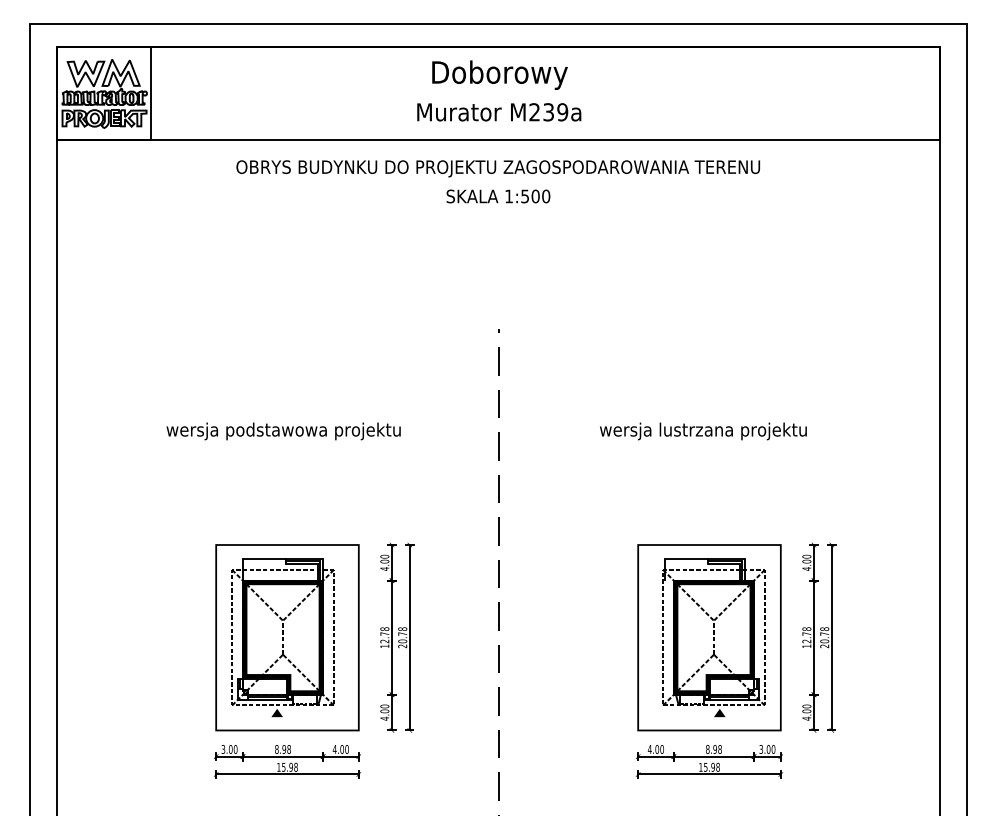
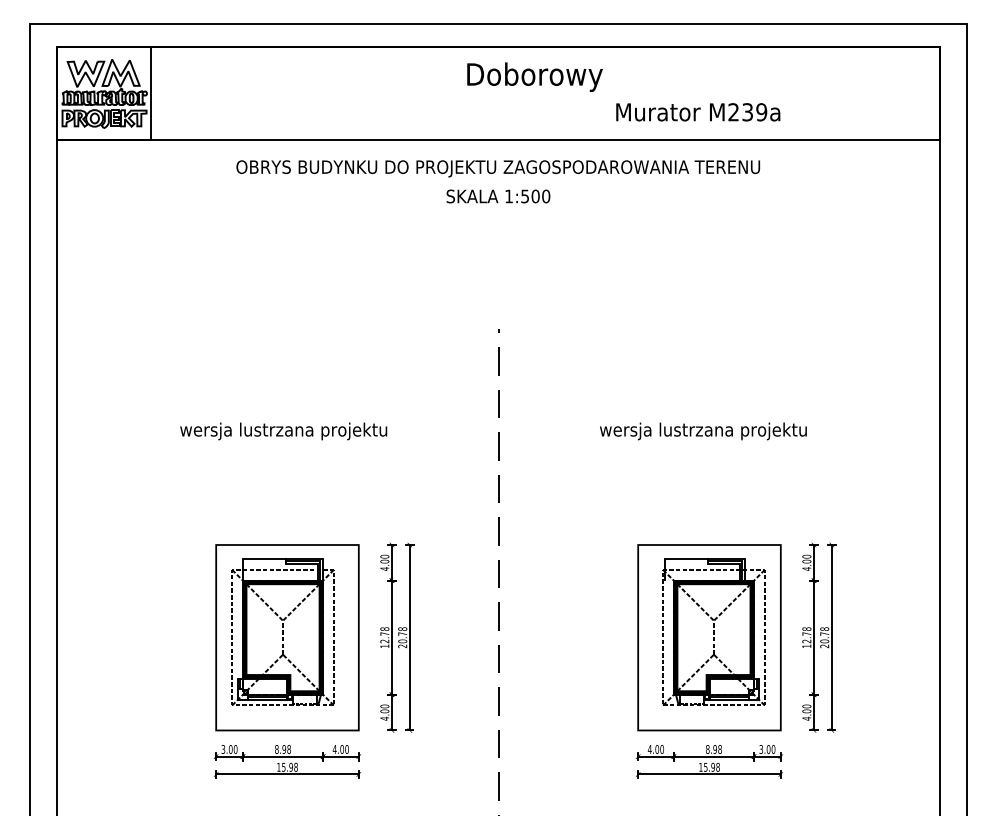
text at (499, 74) position: (499, 74) -> (534, 76)
text at (499, 112) position: (499, 112) -> (698, 112)
text at (283, 431): wersja podstawowa projektu -> wersja lustrzana projektu
fill at (277, 712): present -> none
fill at (719, 712): present -> none
